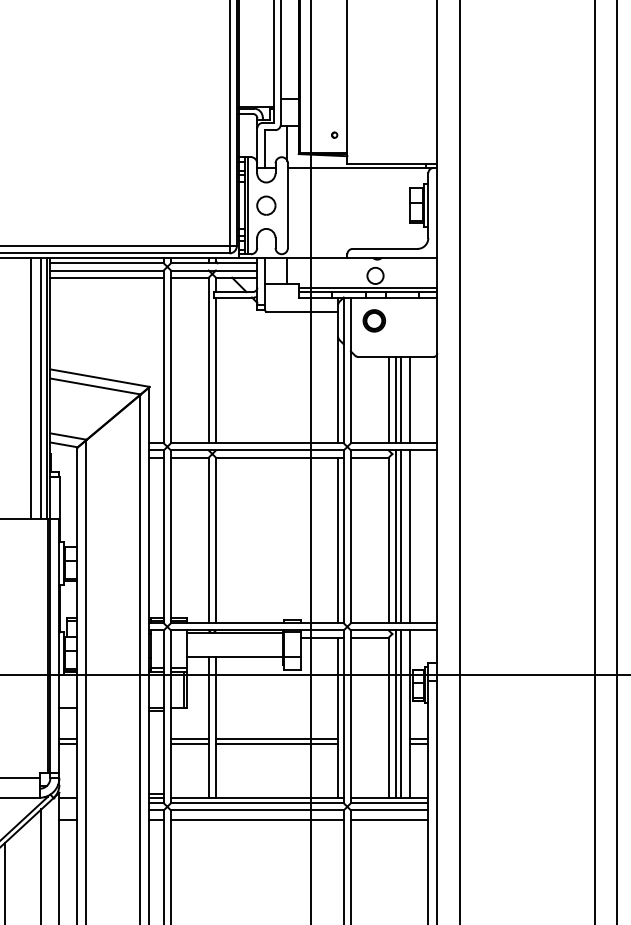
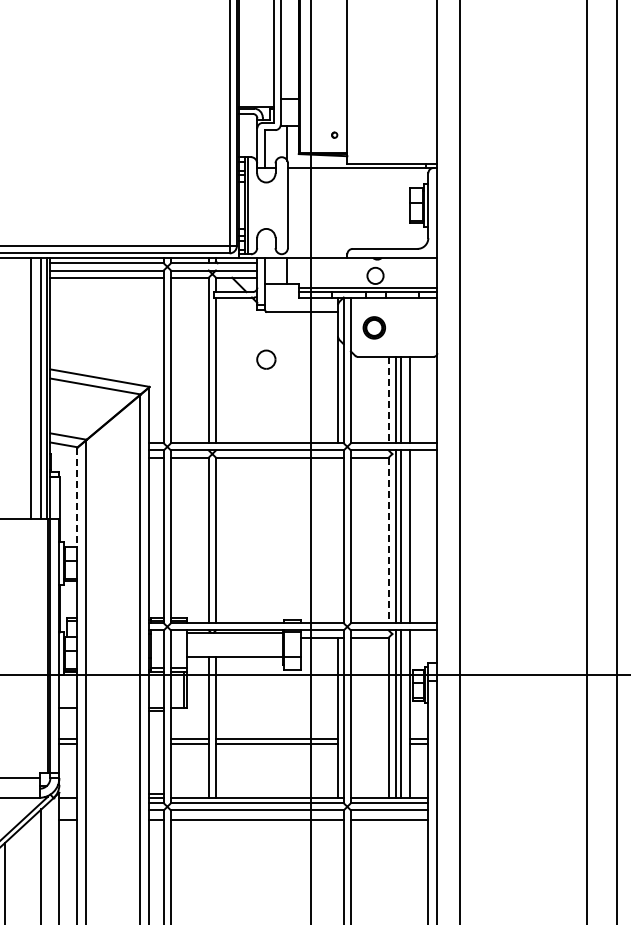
part at (266, 205) position: (266, 205) -> (266, 359)
part at (373, 320) position: (373, 320) -> (373, 327)
line at (388, 400): solid -> dashed
line at (594, 461) position: (594, 461) -> (586, 461)
line at (77, 497): solid -> dashed
line at (338, 540): present -> none
line at (388, 540): solid -> dashed
